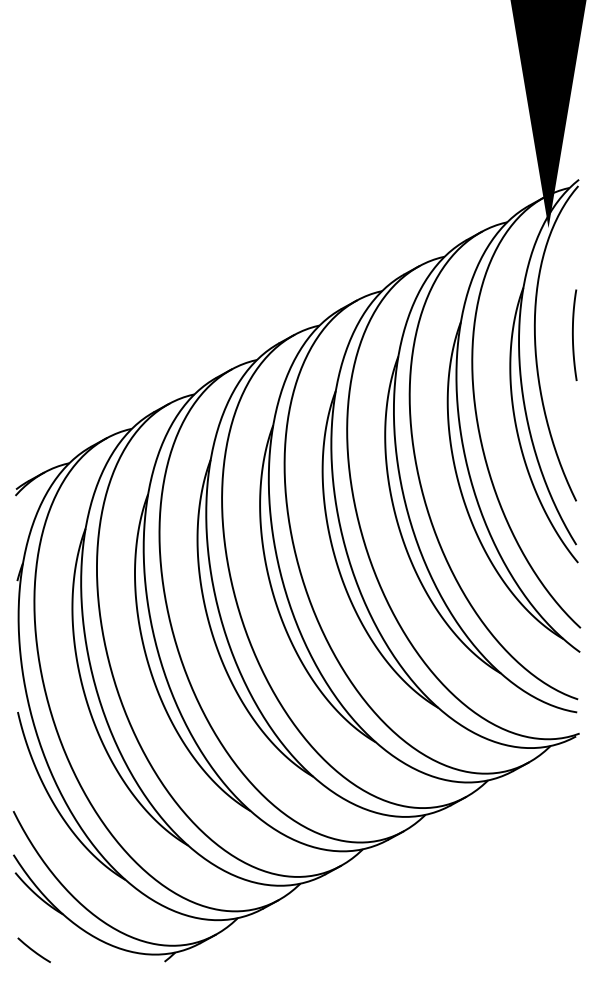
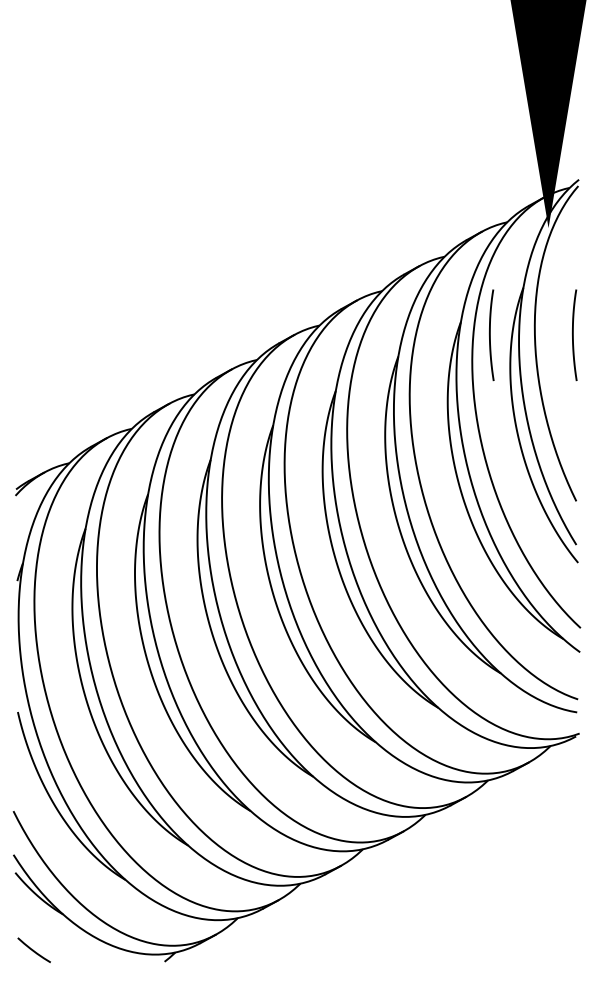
curve at (490, 335): none -> present
